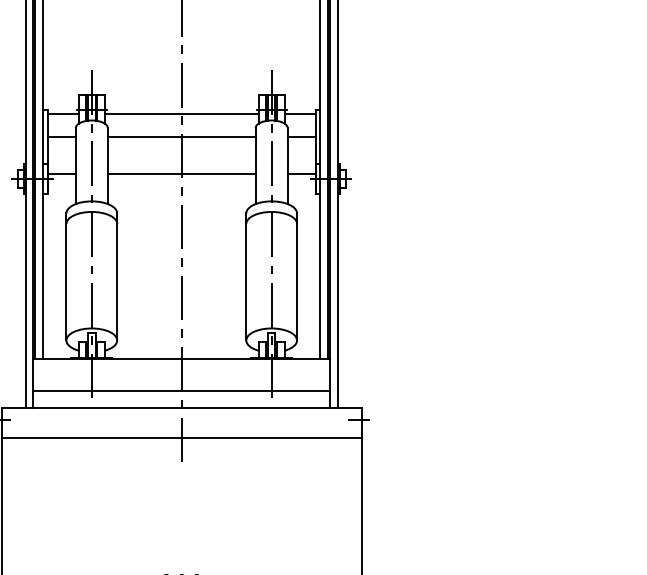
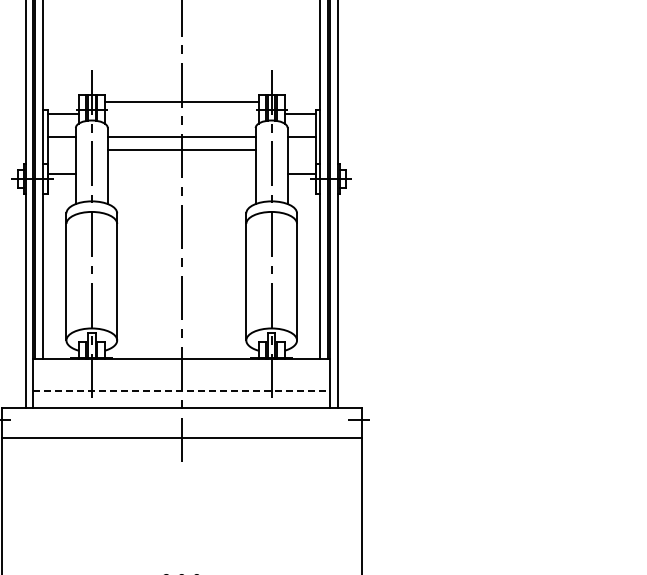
line at (181, 113) position: (181, 113) -> (181, 101)
line at (181, 174) position: (181, 174) -> (181, 150)
line at (182, 390): solid -> dashed
